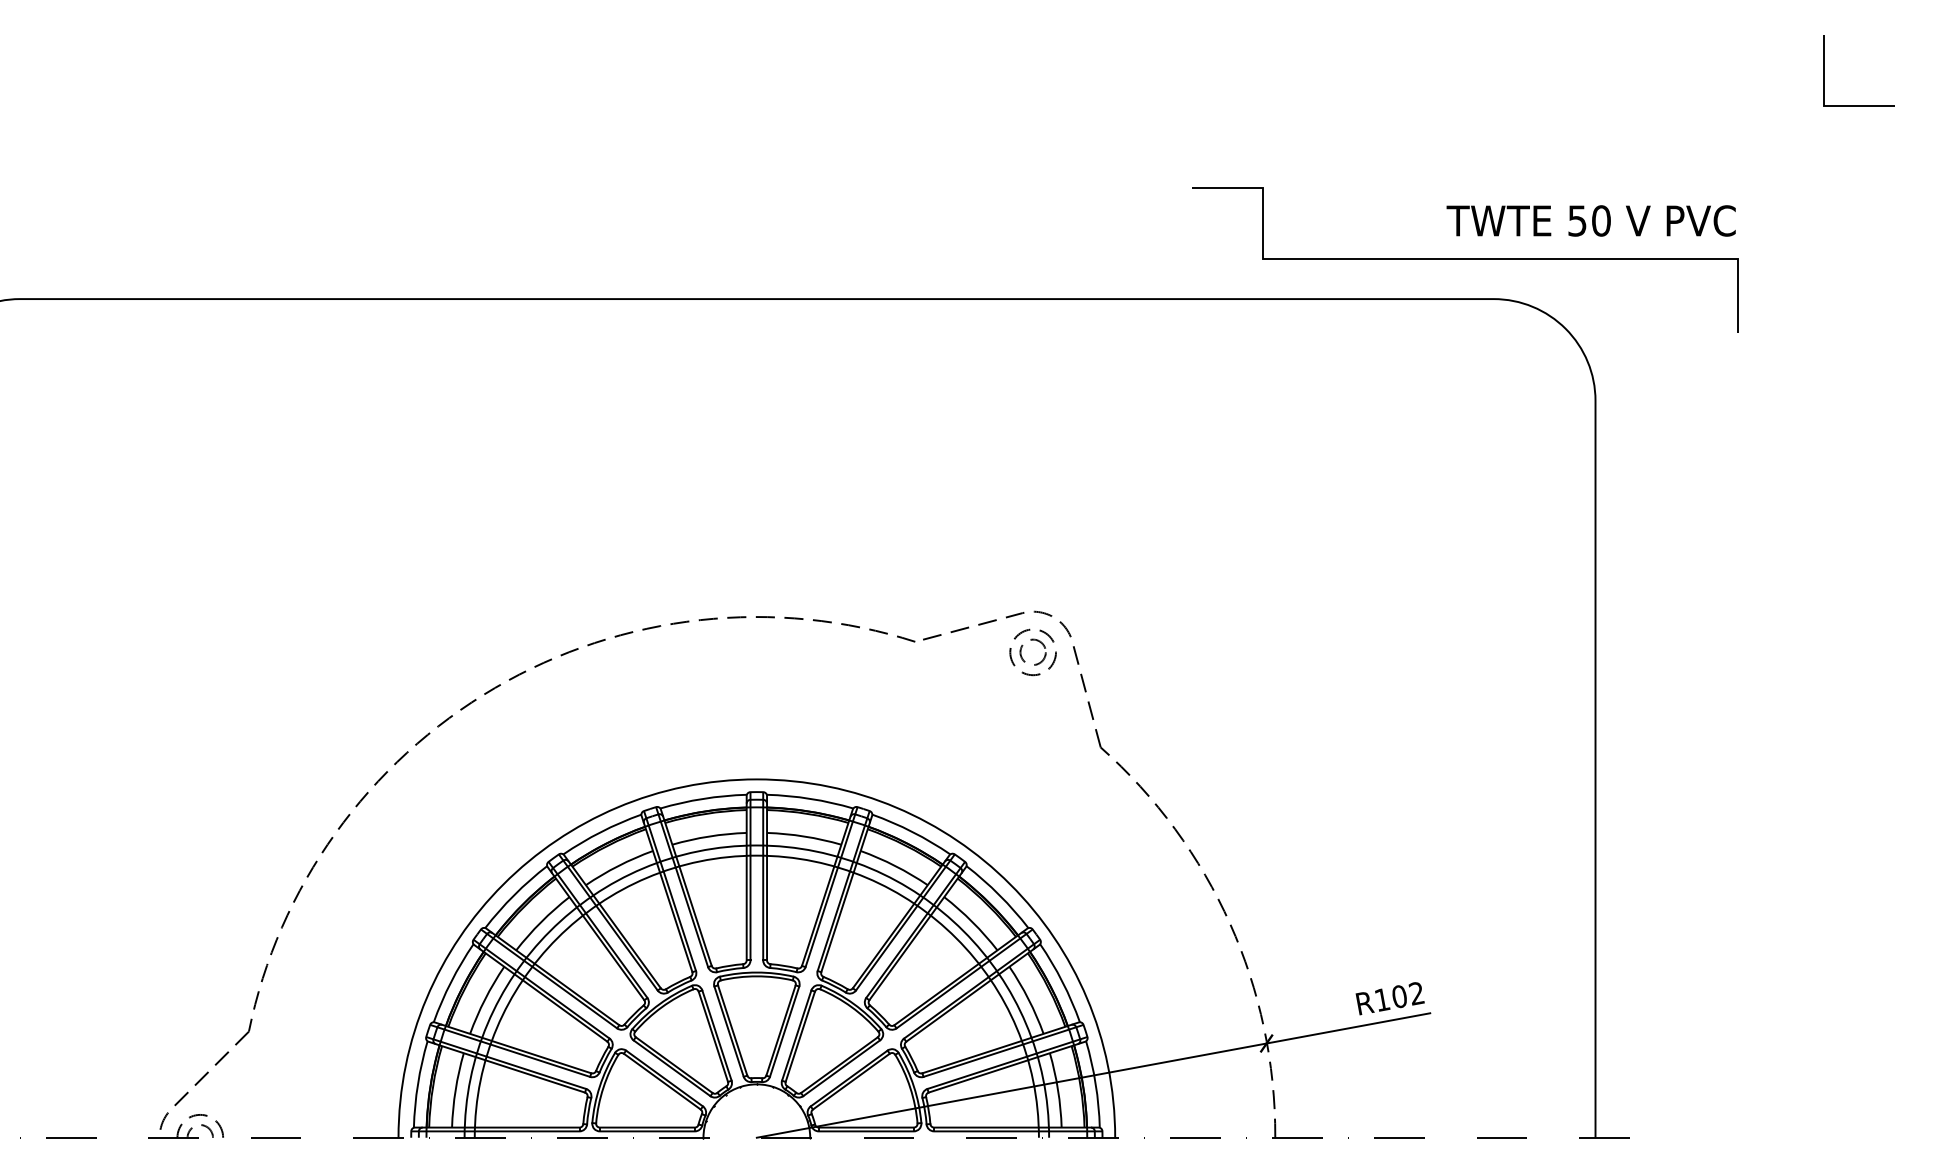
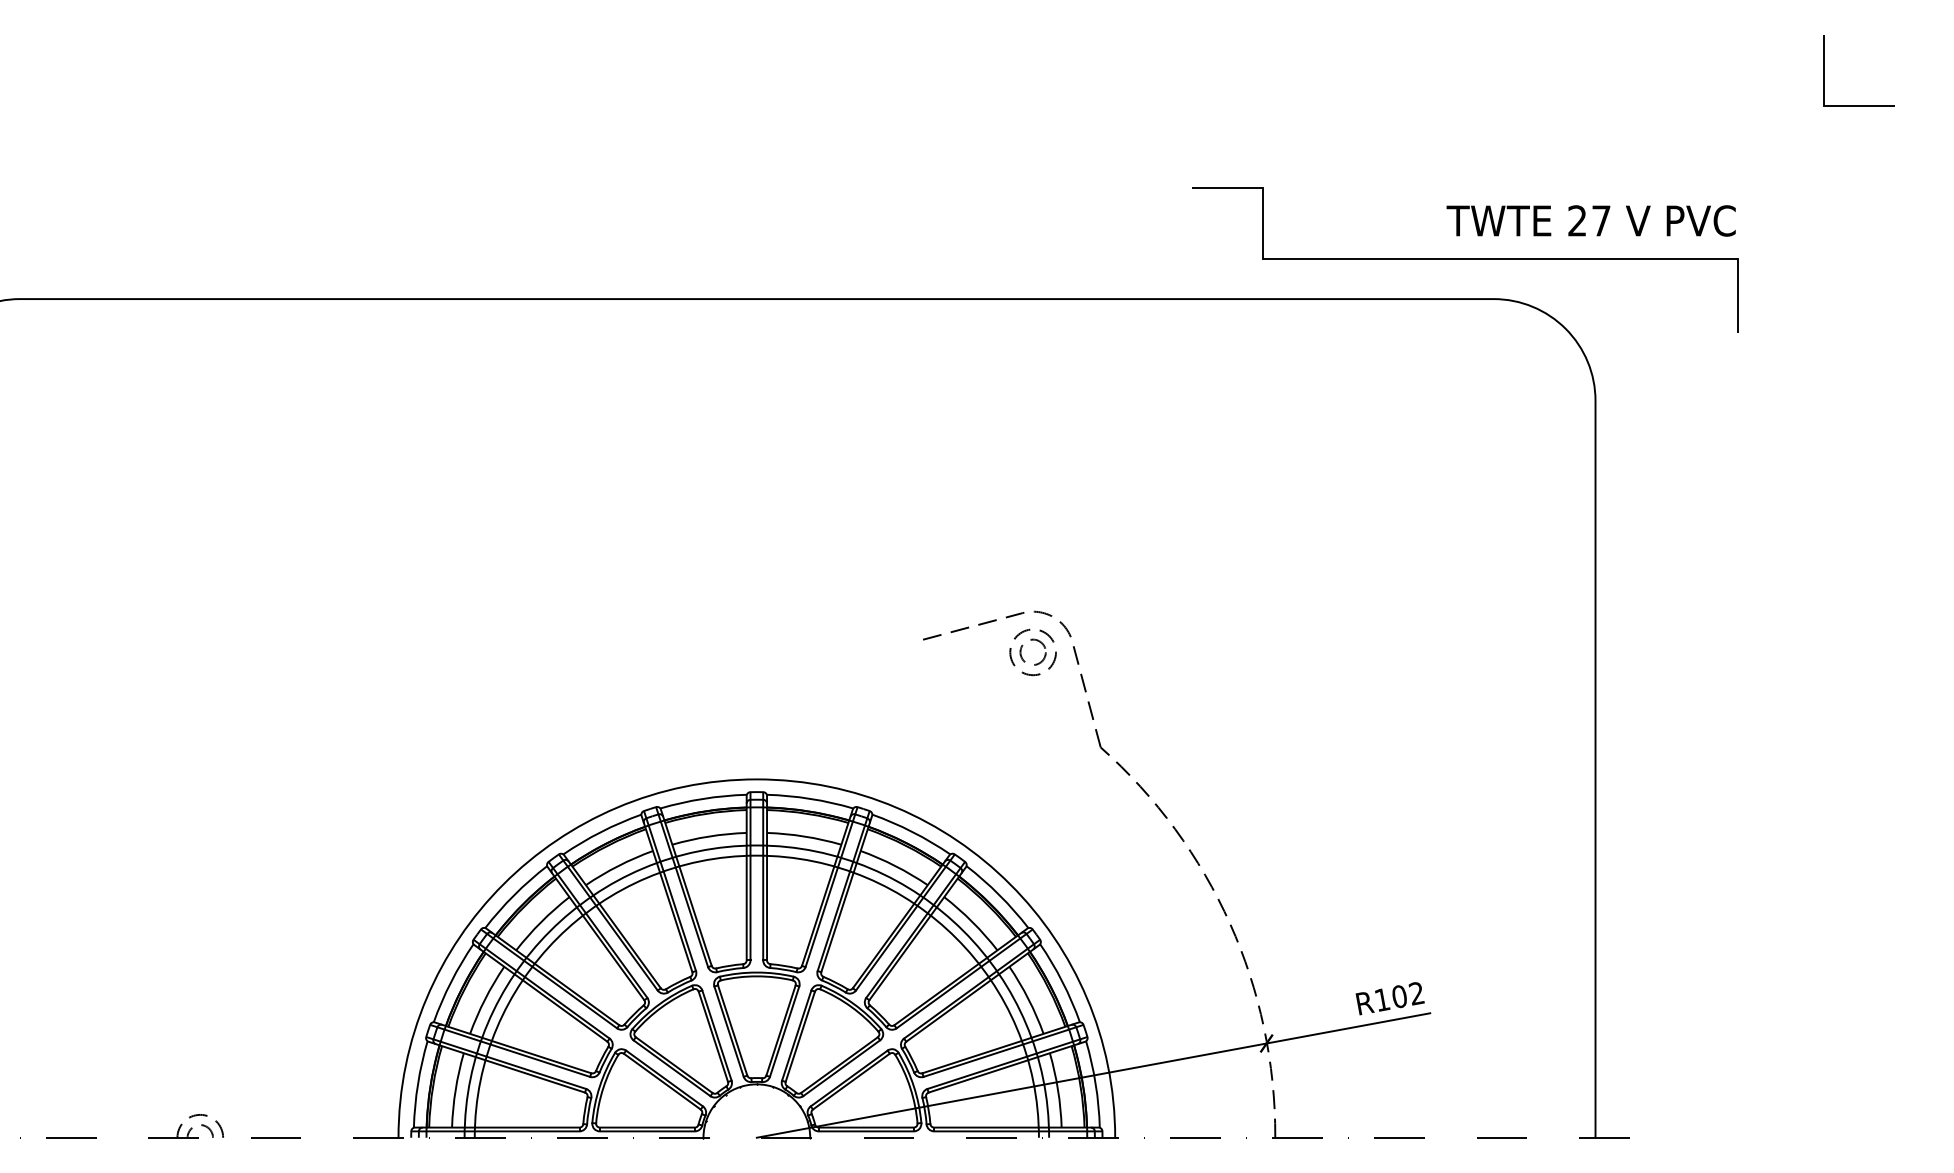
text at (1589, 220): 50 -> 27
part at (425, 738): present -> none
